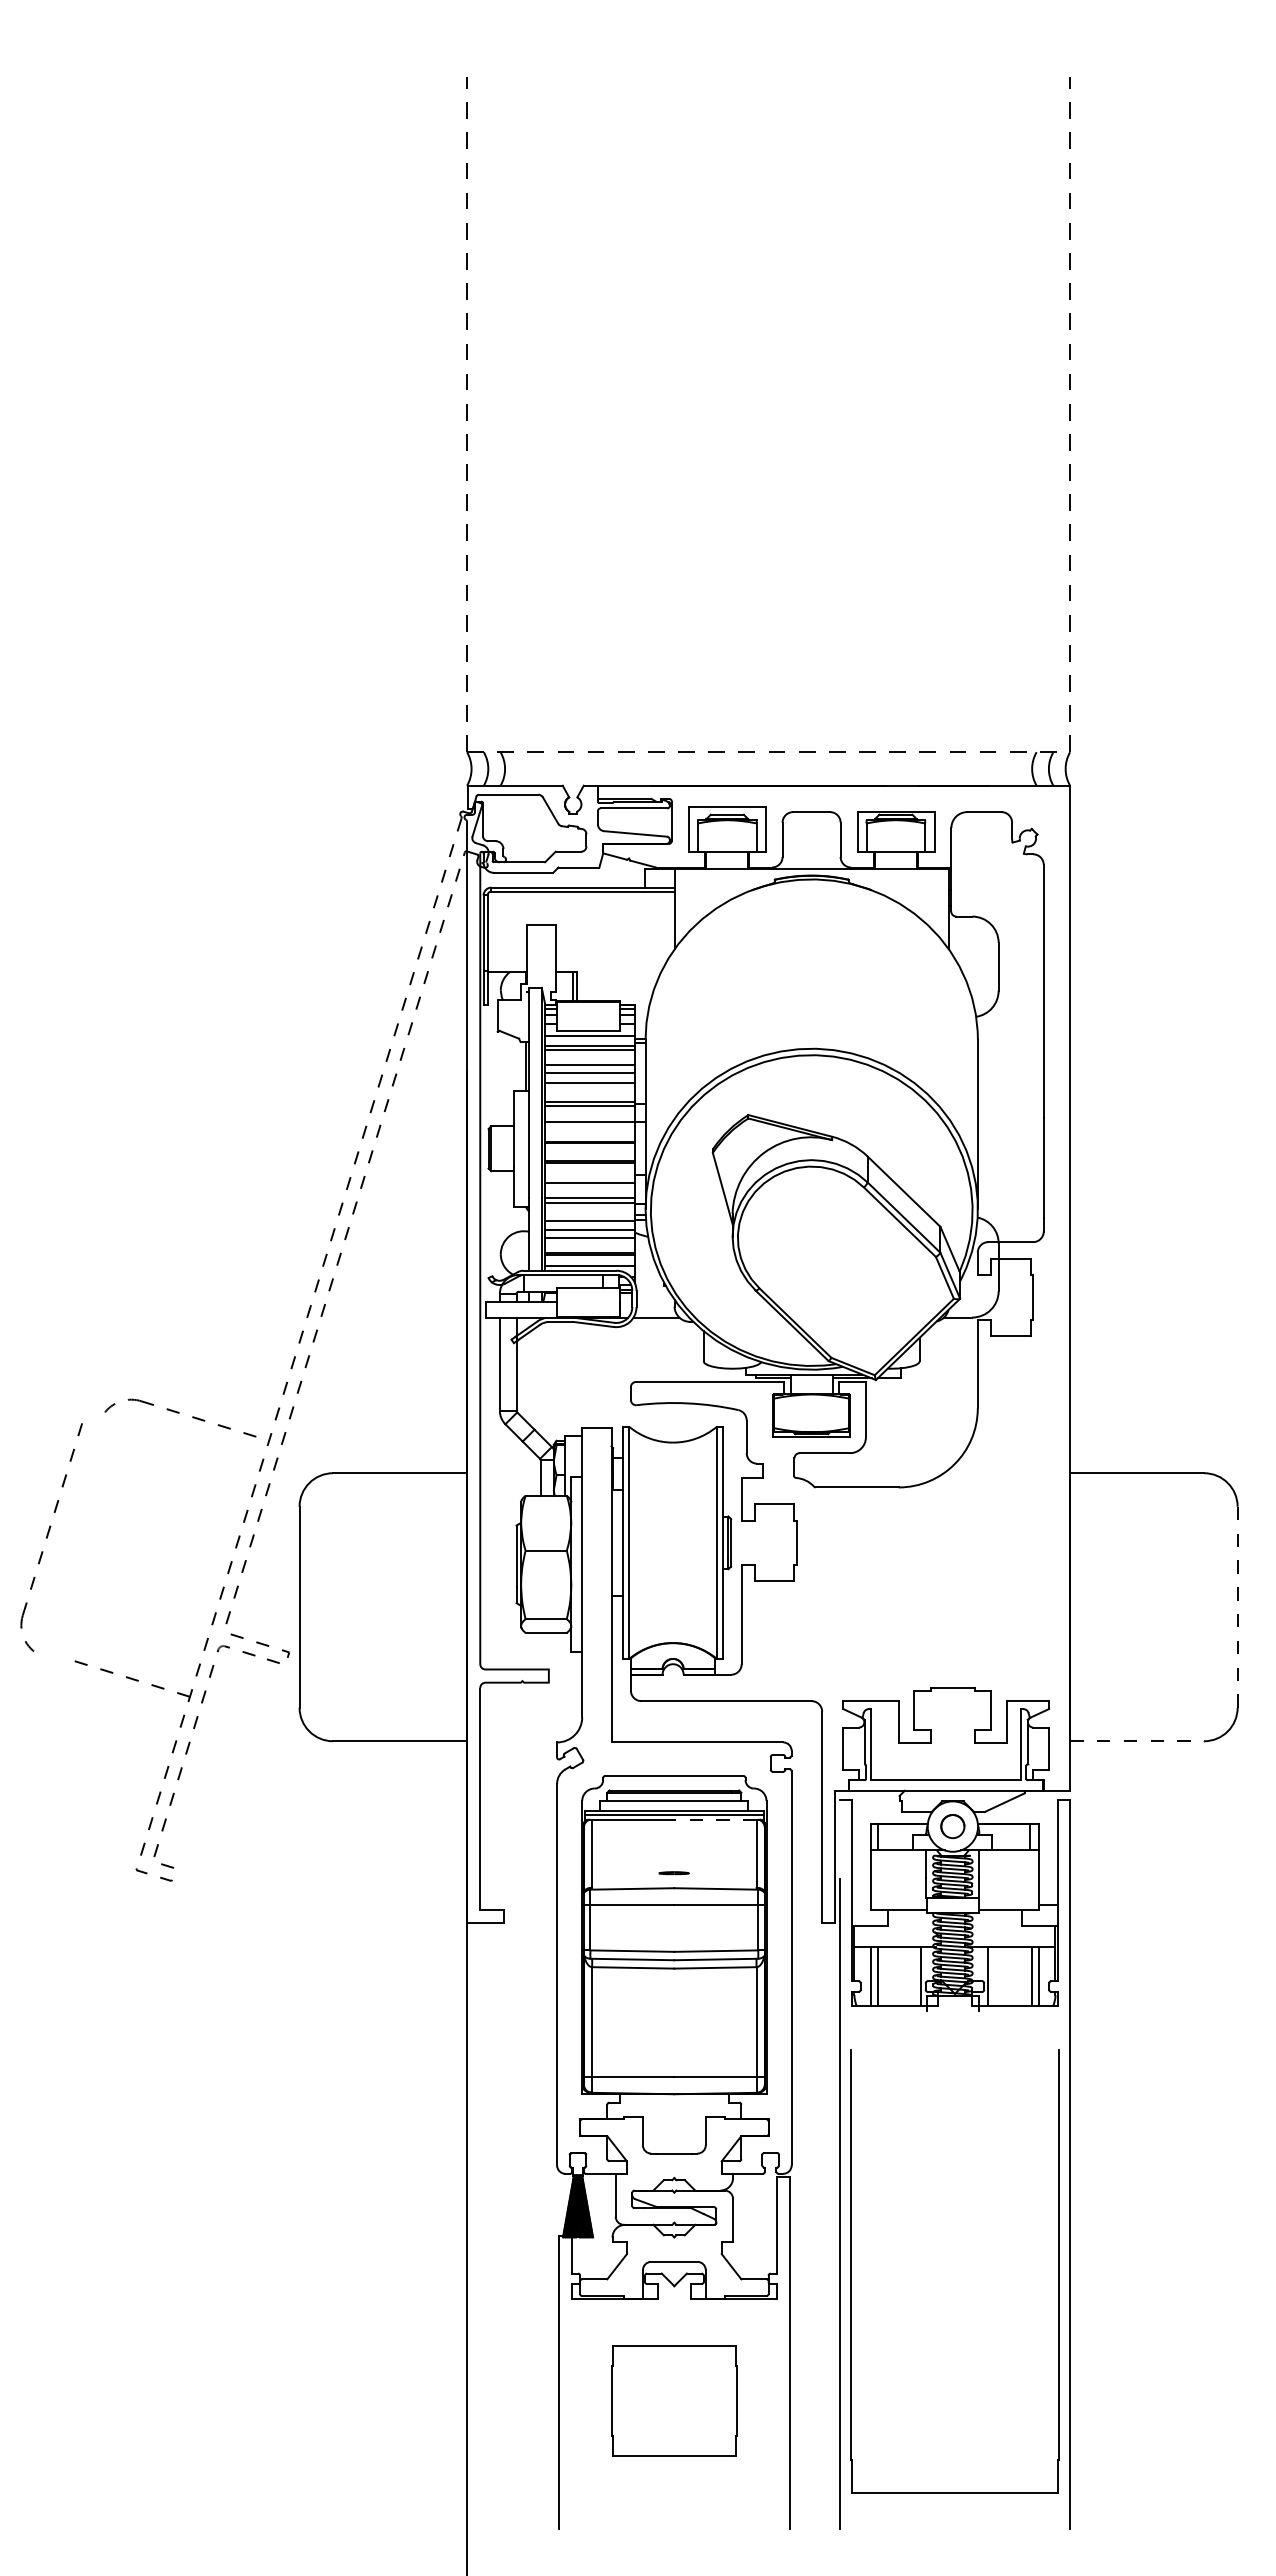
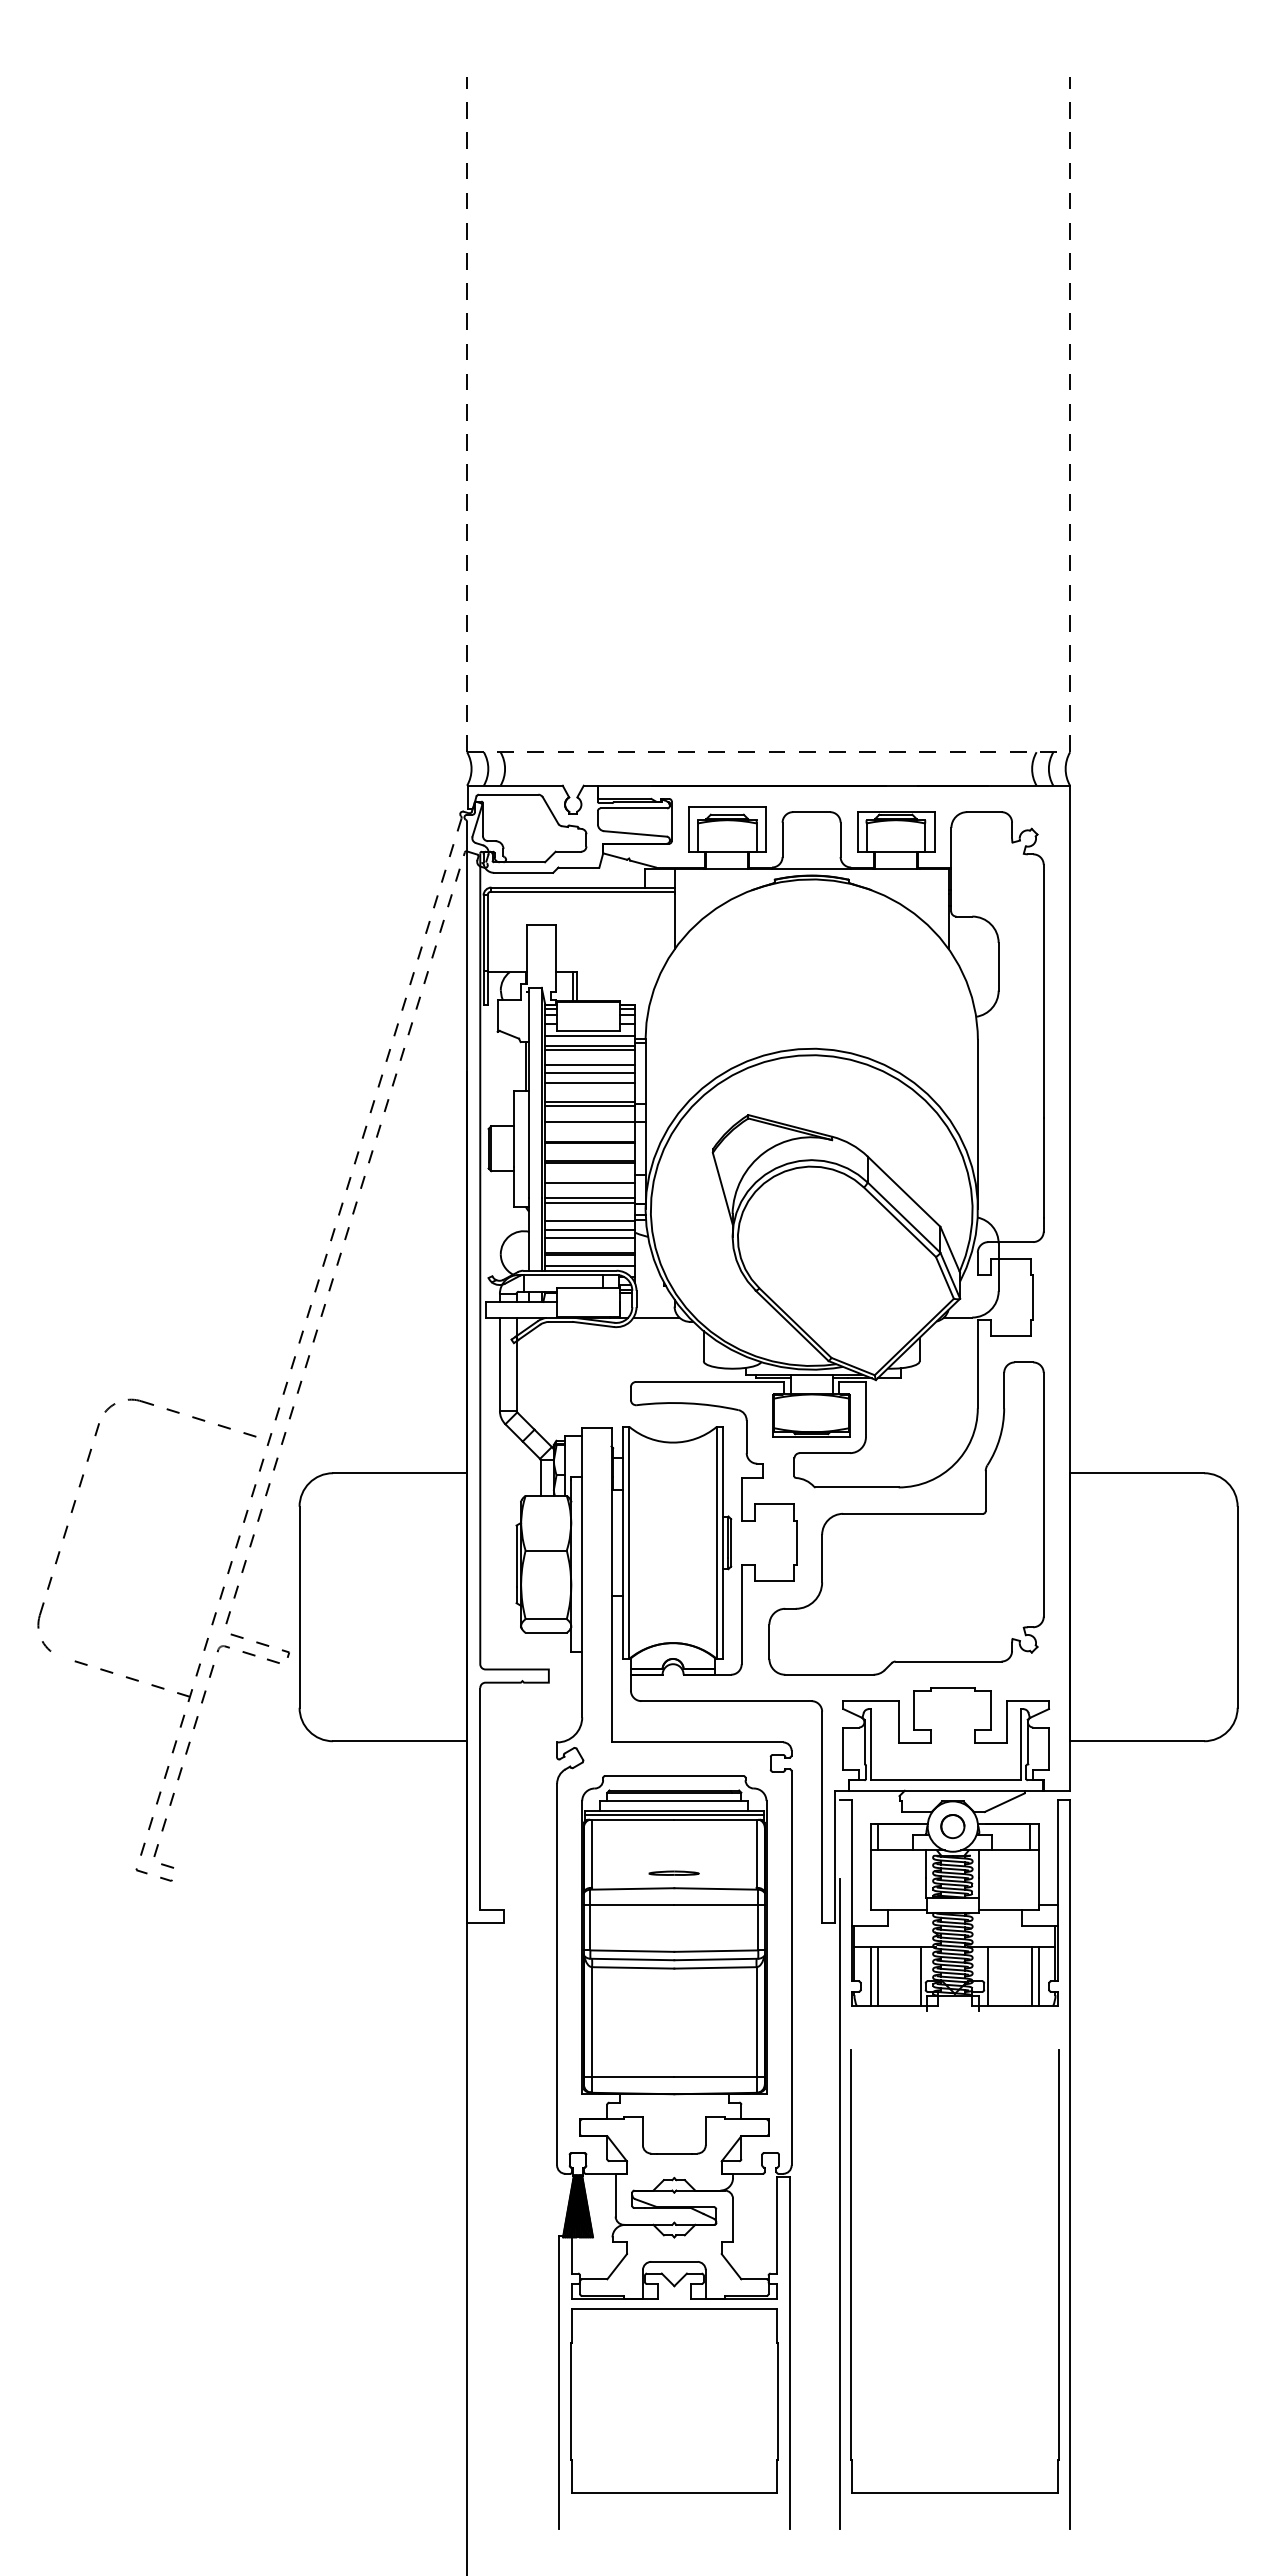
part at (906, 1518): none -> present
part at (51, 1537) position: (51, 1537) -> (68, 1537)
line at (1237, 1607): dashed -> solid
line at (1137, 1741): dashed -> solid
line at (714, 1819): dashed -> solid
part at (673, 1873) size: 32x5 px -> 52x6 px
part at (674, 2400) size: 127x112 px -> 209x186 px
